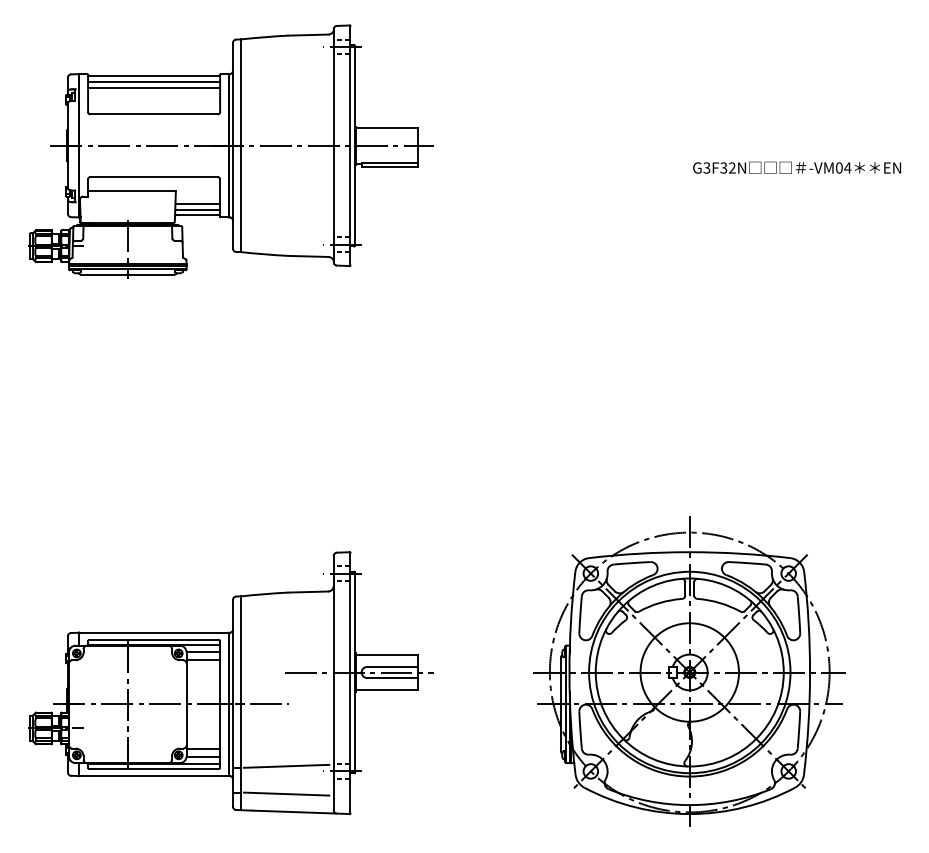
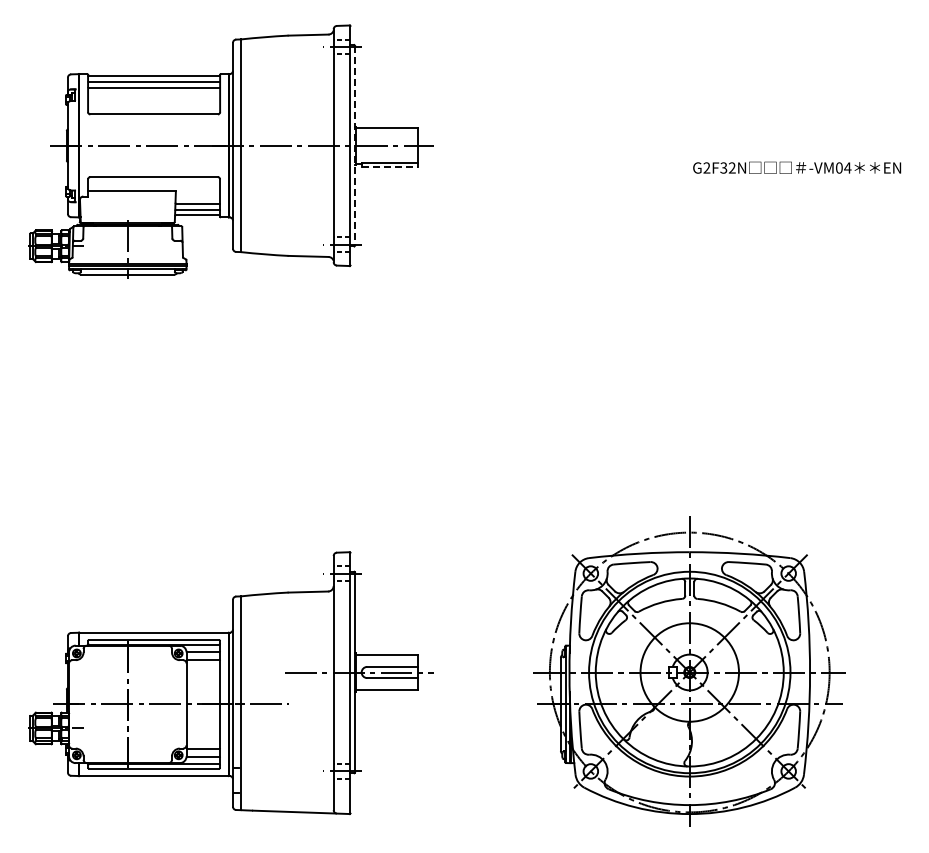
line at (354, 146): solid -> dashed
line at (389, 167): solid -> dashed
text at (706, 168): G3F32N -> G2F32N
line at (286, 765): present -> none
line at (286, 793): present -> none
